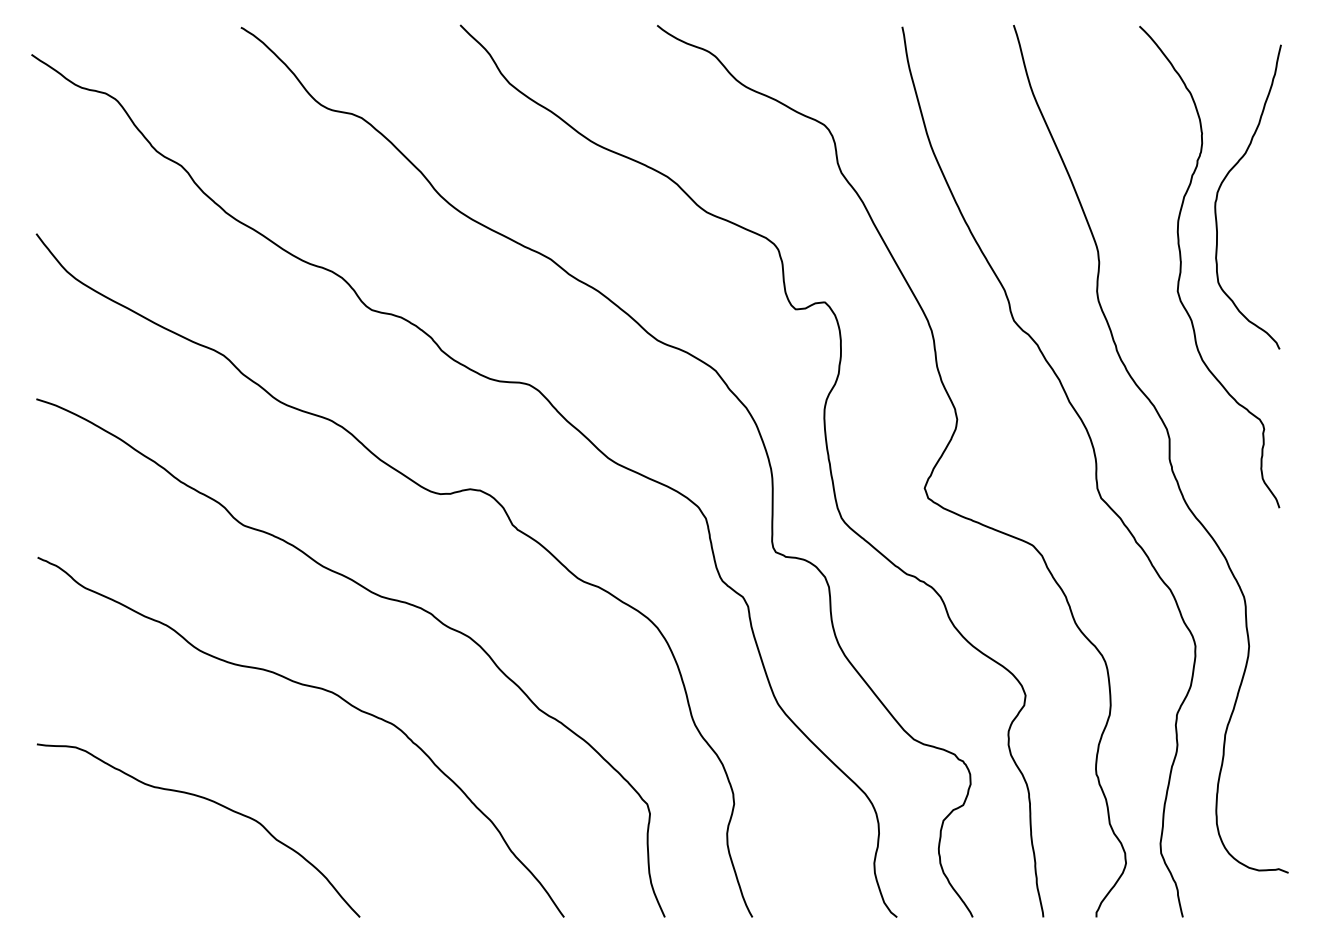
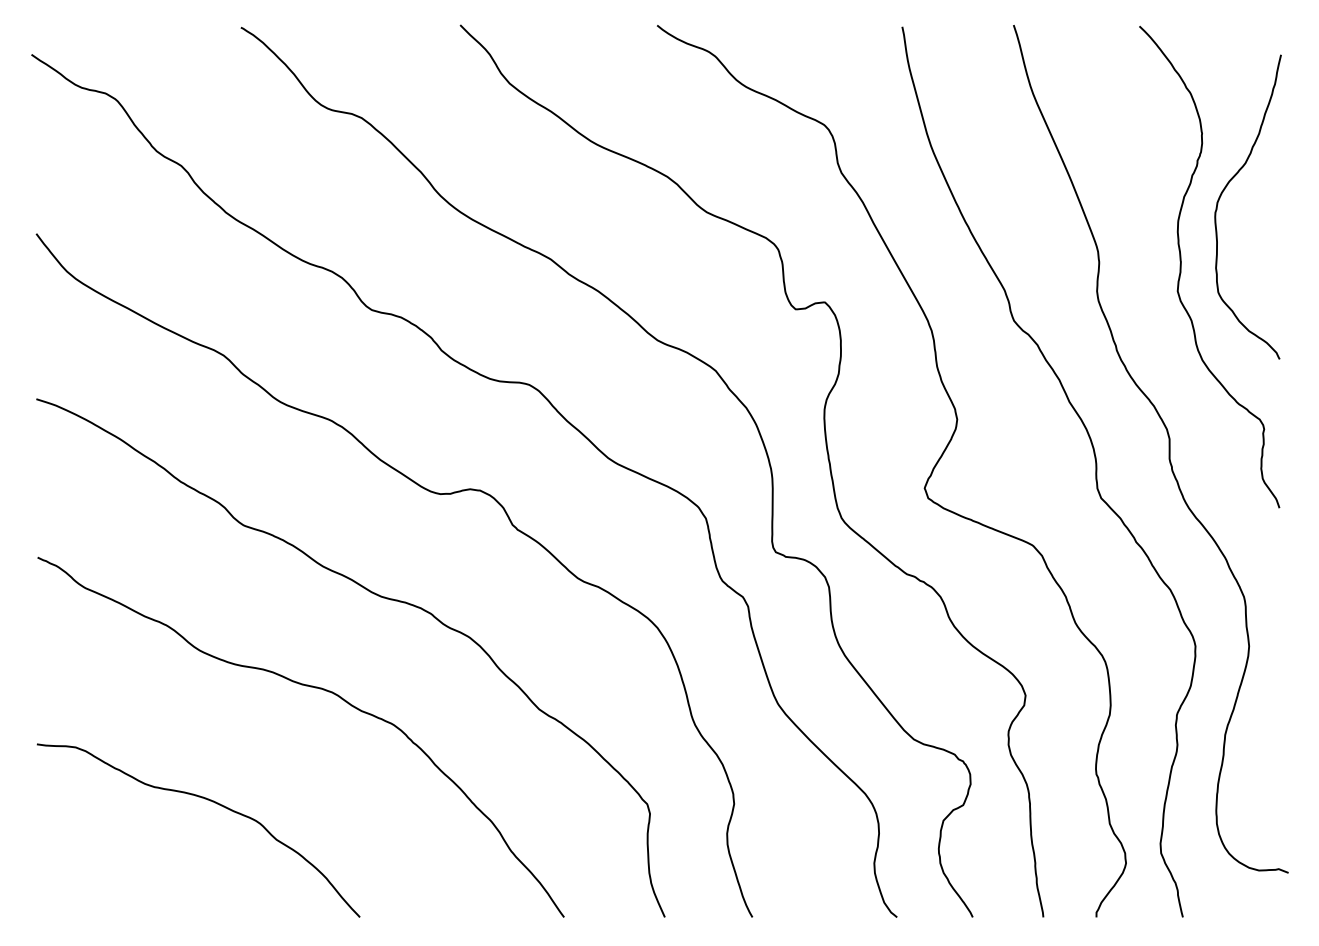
curve at (1222, 184) position: (1222, 184) -> (1222, 194)
